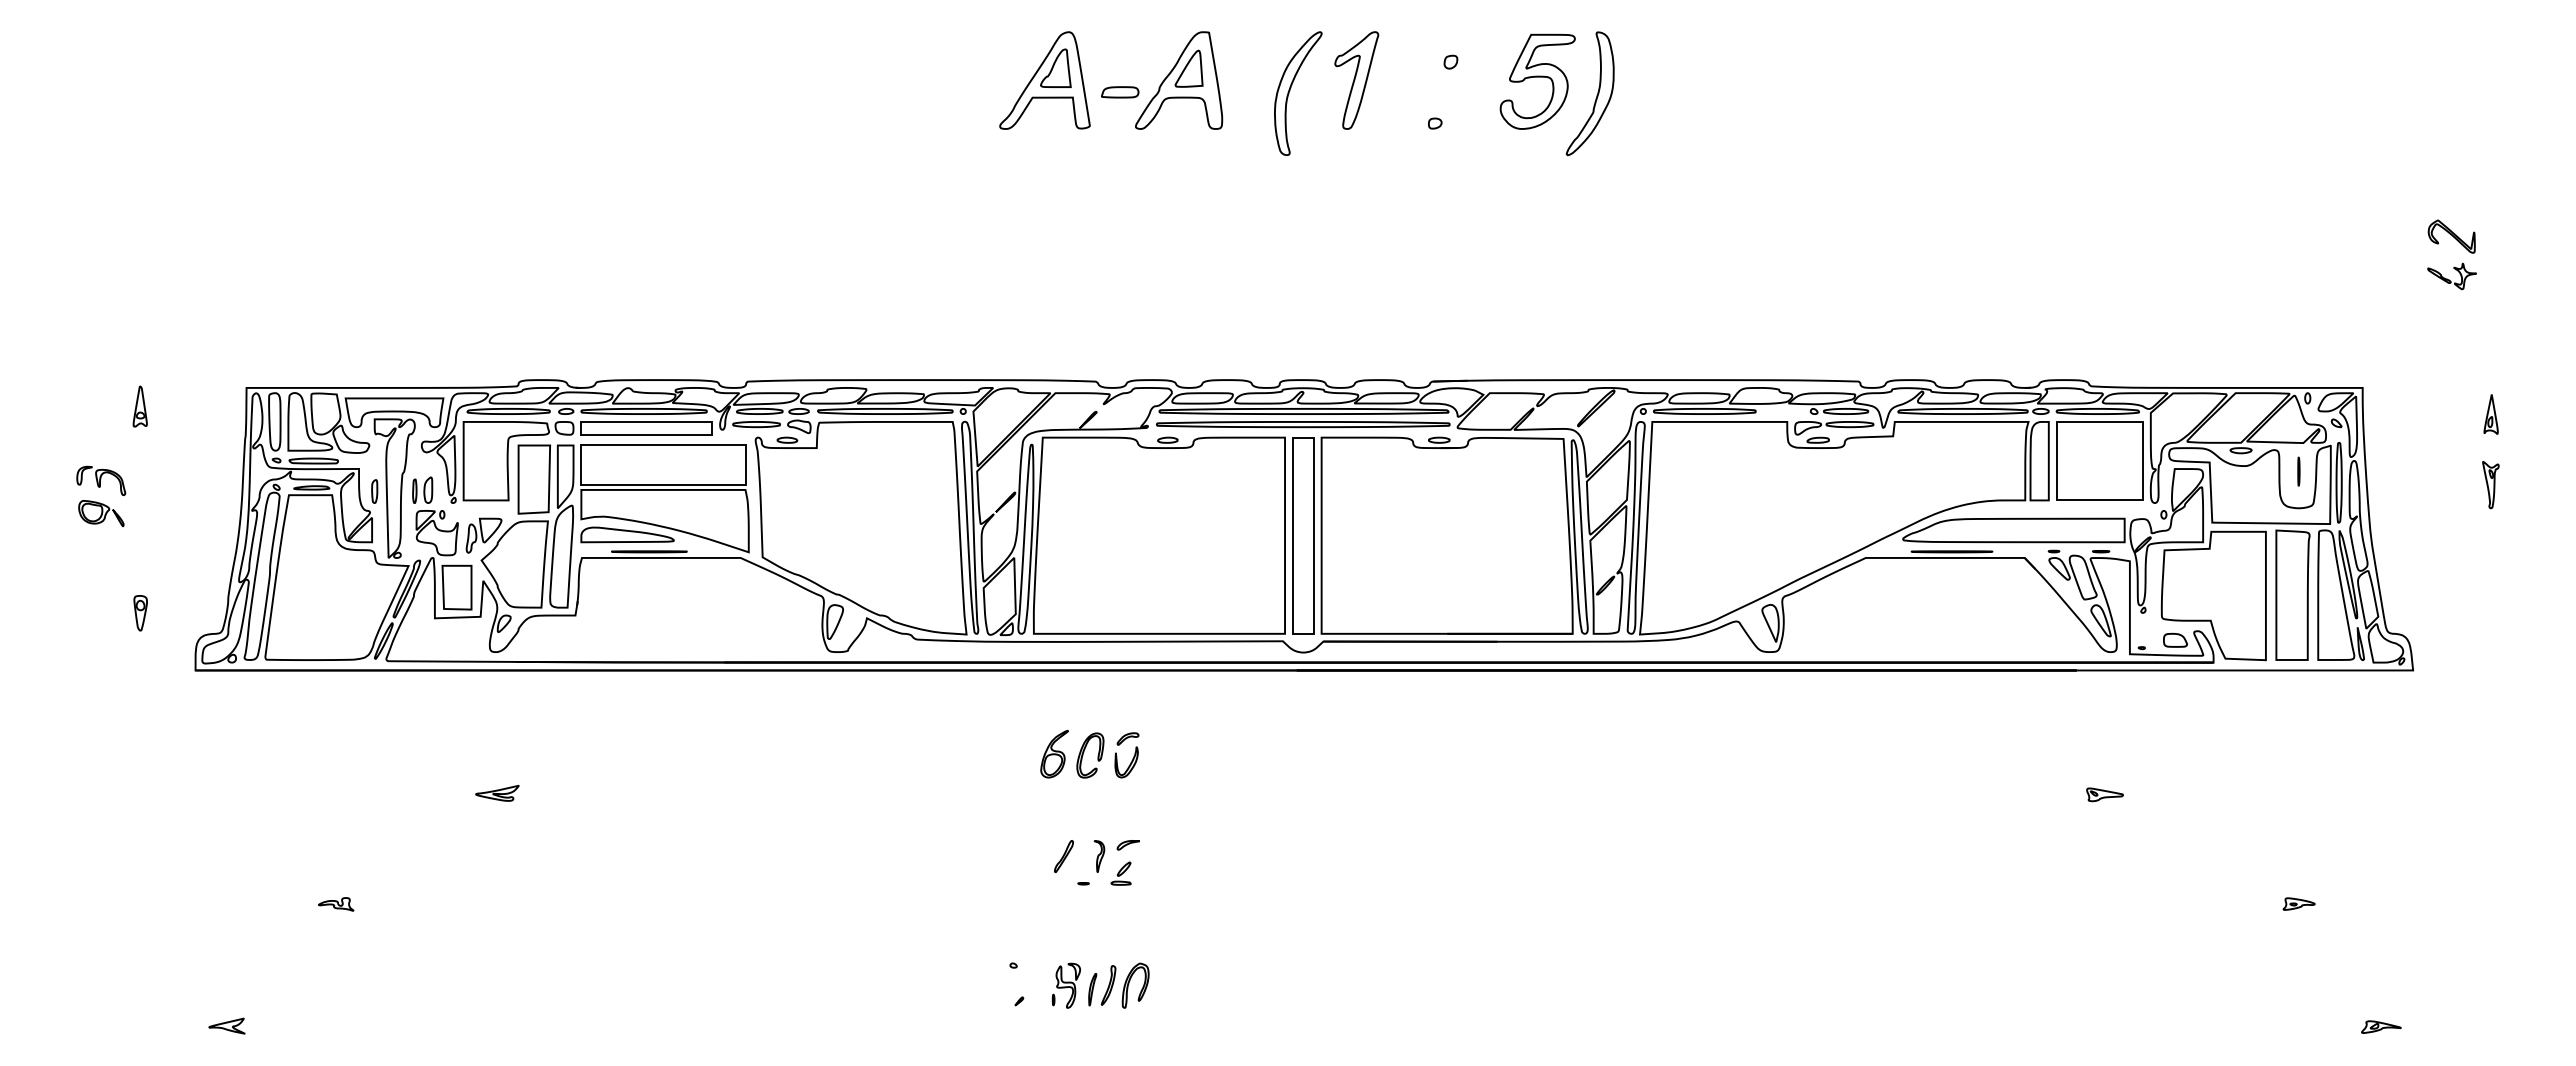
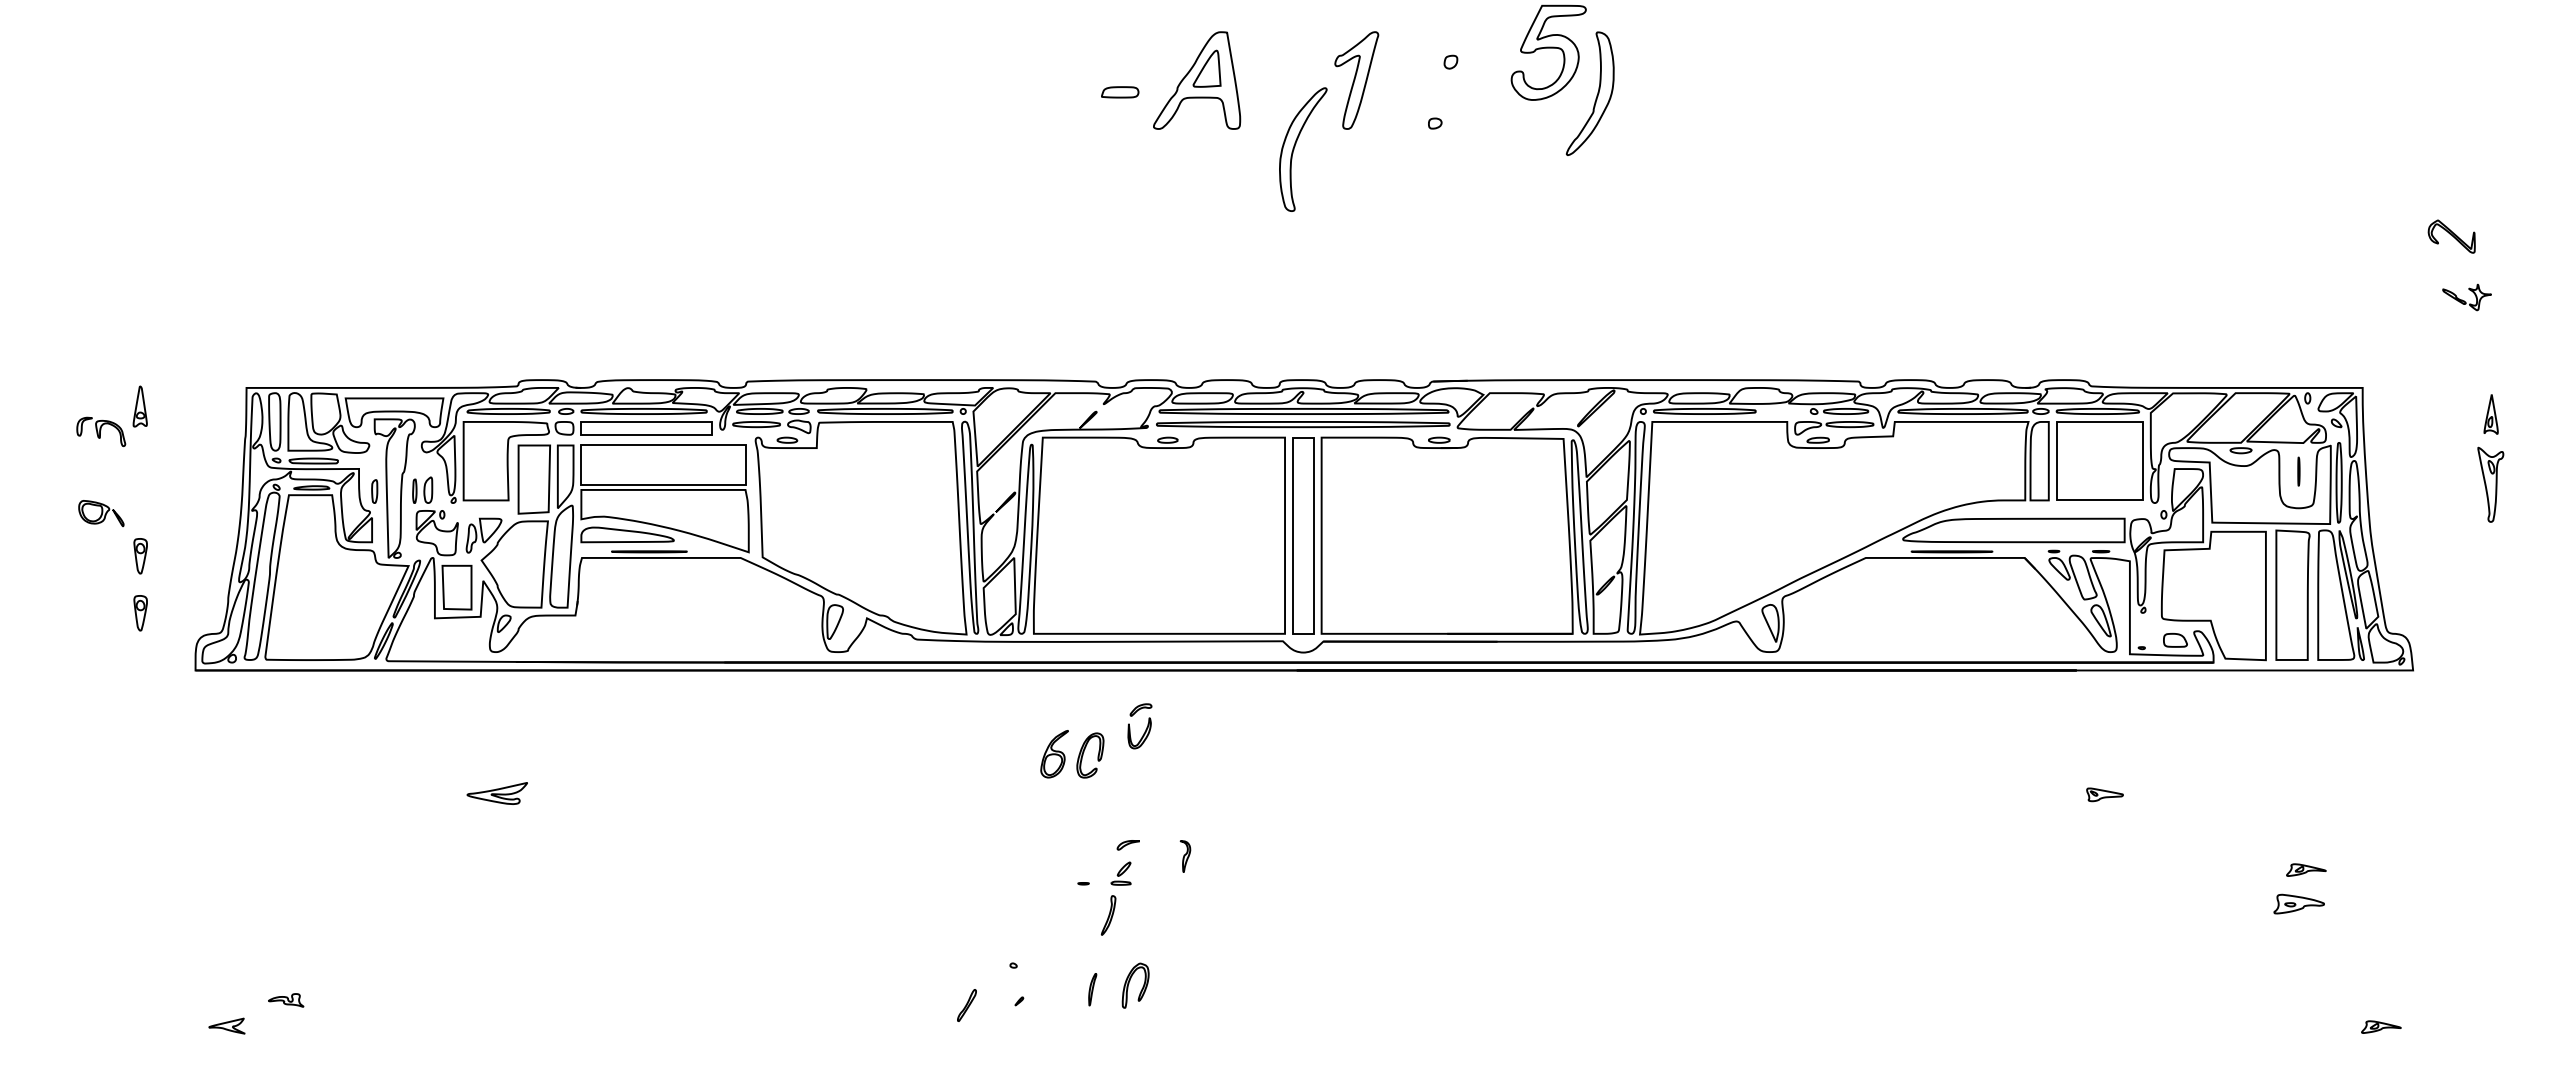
part at (1044, 80): present -> none
part at (1179, 80) position: (1179, 80) -> (1197, 80)
part at (1537, 81) position: (1537, 81) -> (1548, 52)
part at (1290, 90) position: (1290, 90) -> (1295, 146)
part at (2451, 276) position: (2451, 276) -> (2466, 297)
part at (101, 480) position: (101, 480) -> (101, 431)
part at (2490, 485) size: 18x49 px -> 28x77 px
part at (140, 556): none -> present
part at (1132, 758) position: (1132, 758) -> (1145, 729)
part at (497, 792) size: 45x18 px -> 62x23 px
part at (1063, 856) position: (1063, 856) -> (966, 1005)
part at (1099, 856) position: (1099, 856) -> (1185, 856)
part at (2306, 869): none -> present
part at (2298, 903) size: 34x14 px -> 52x22 px
part at (336, 904) position: (336, 904) -> (286, 1000)
part at (1065, 985): present -> none
part at (1108, 985) position: (1108, 985) -> (1108, 915)
